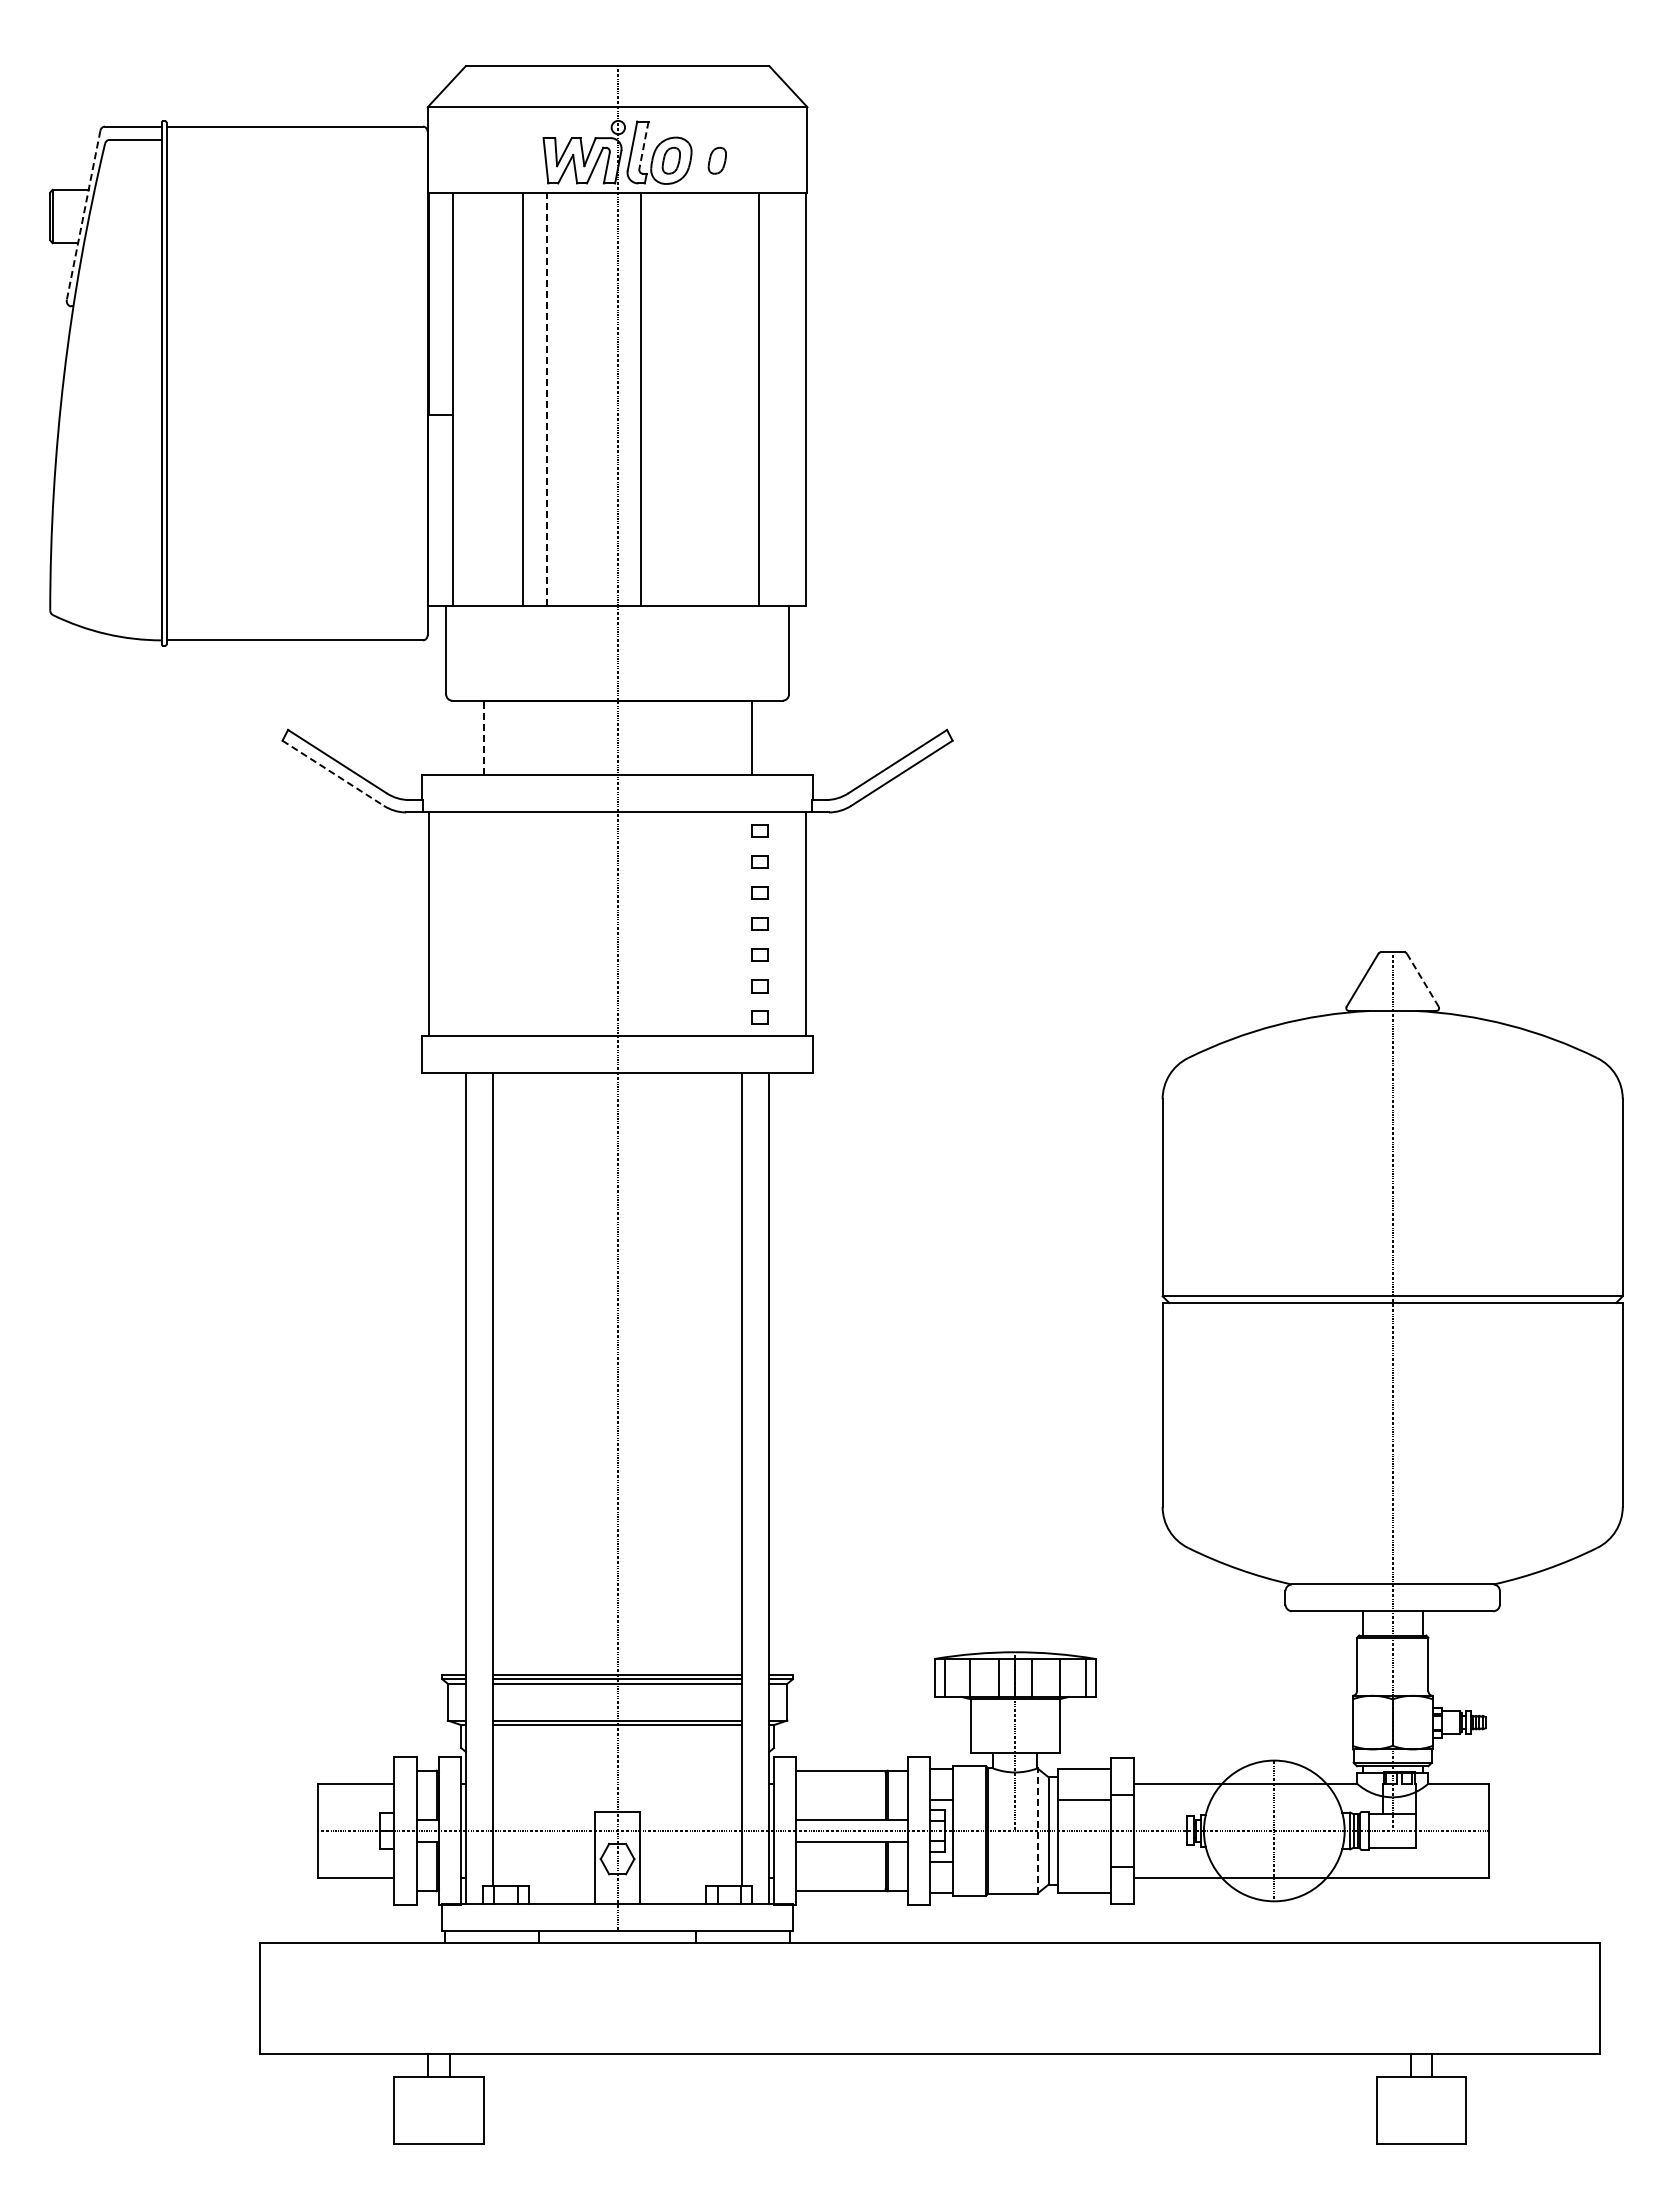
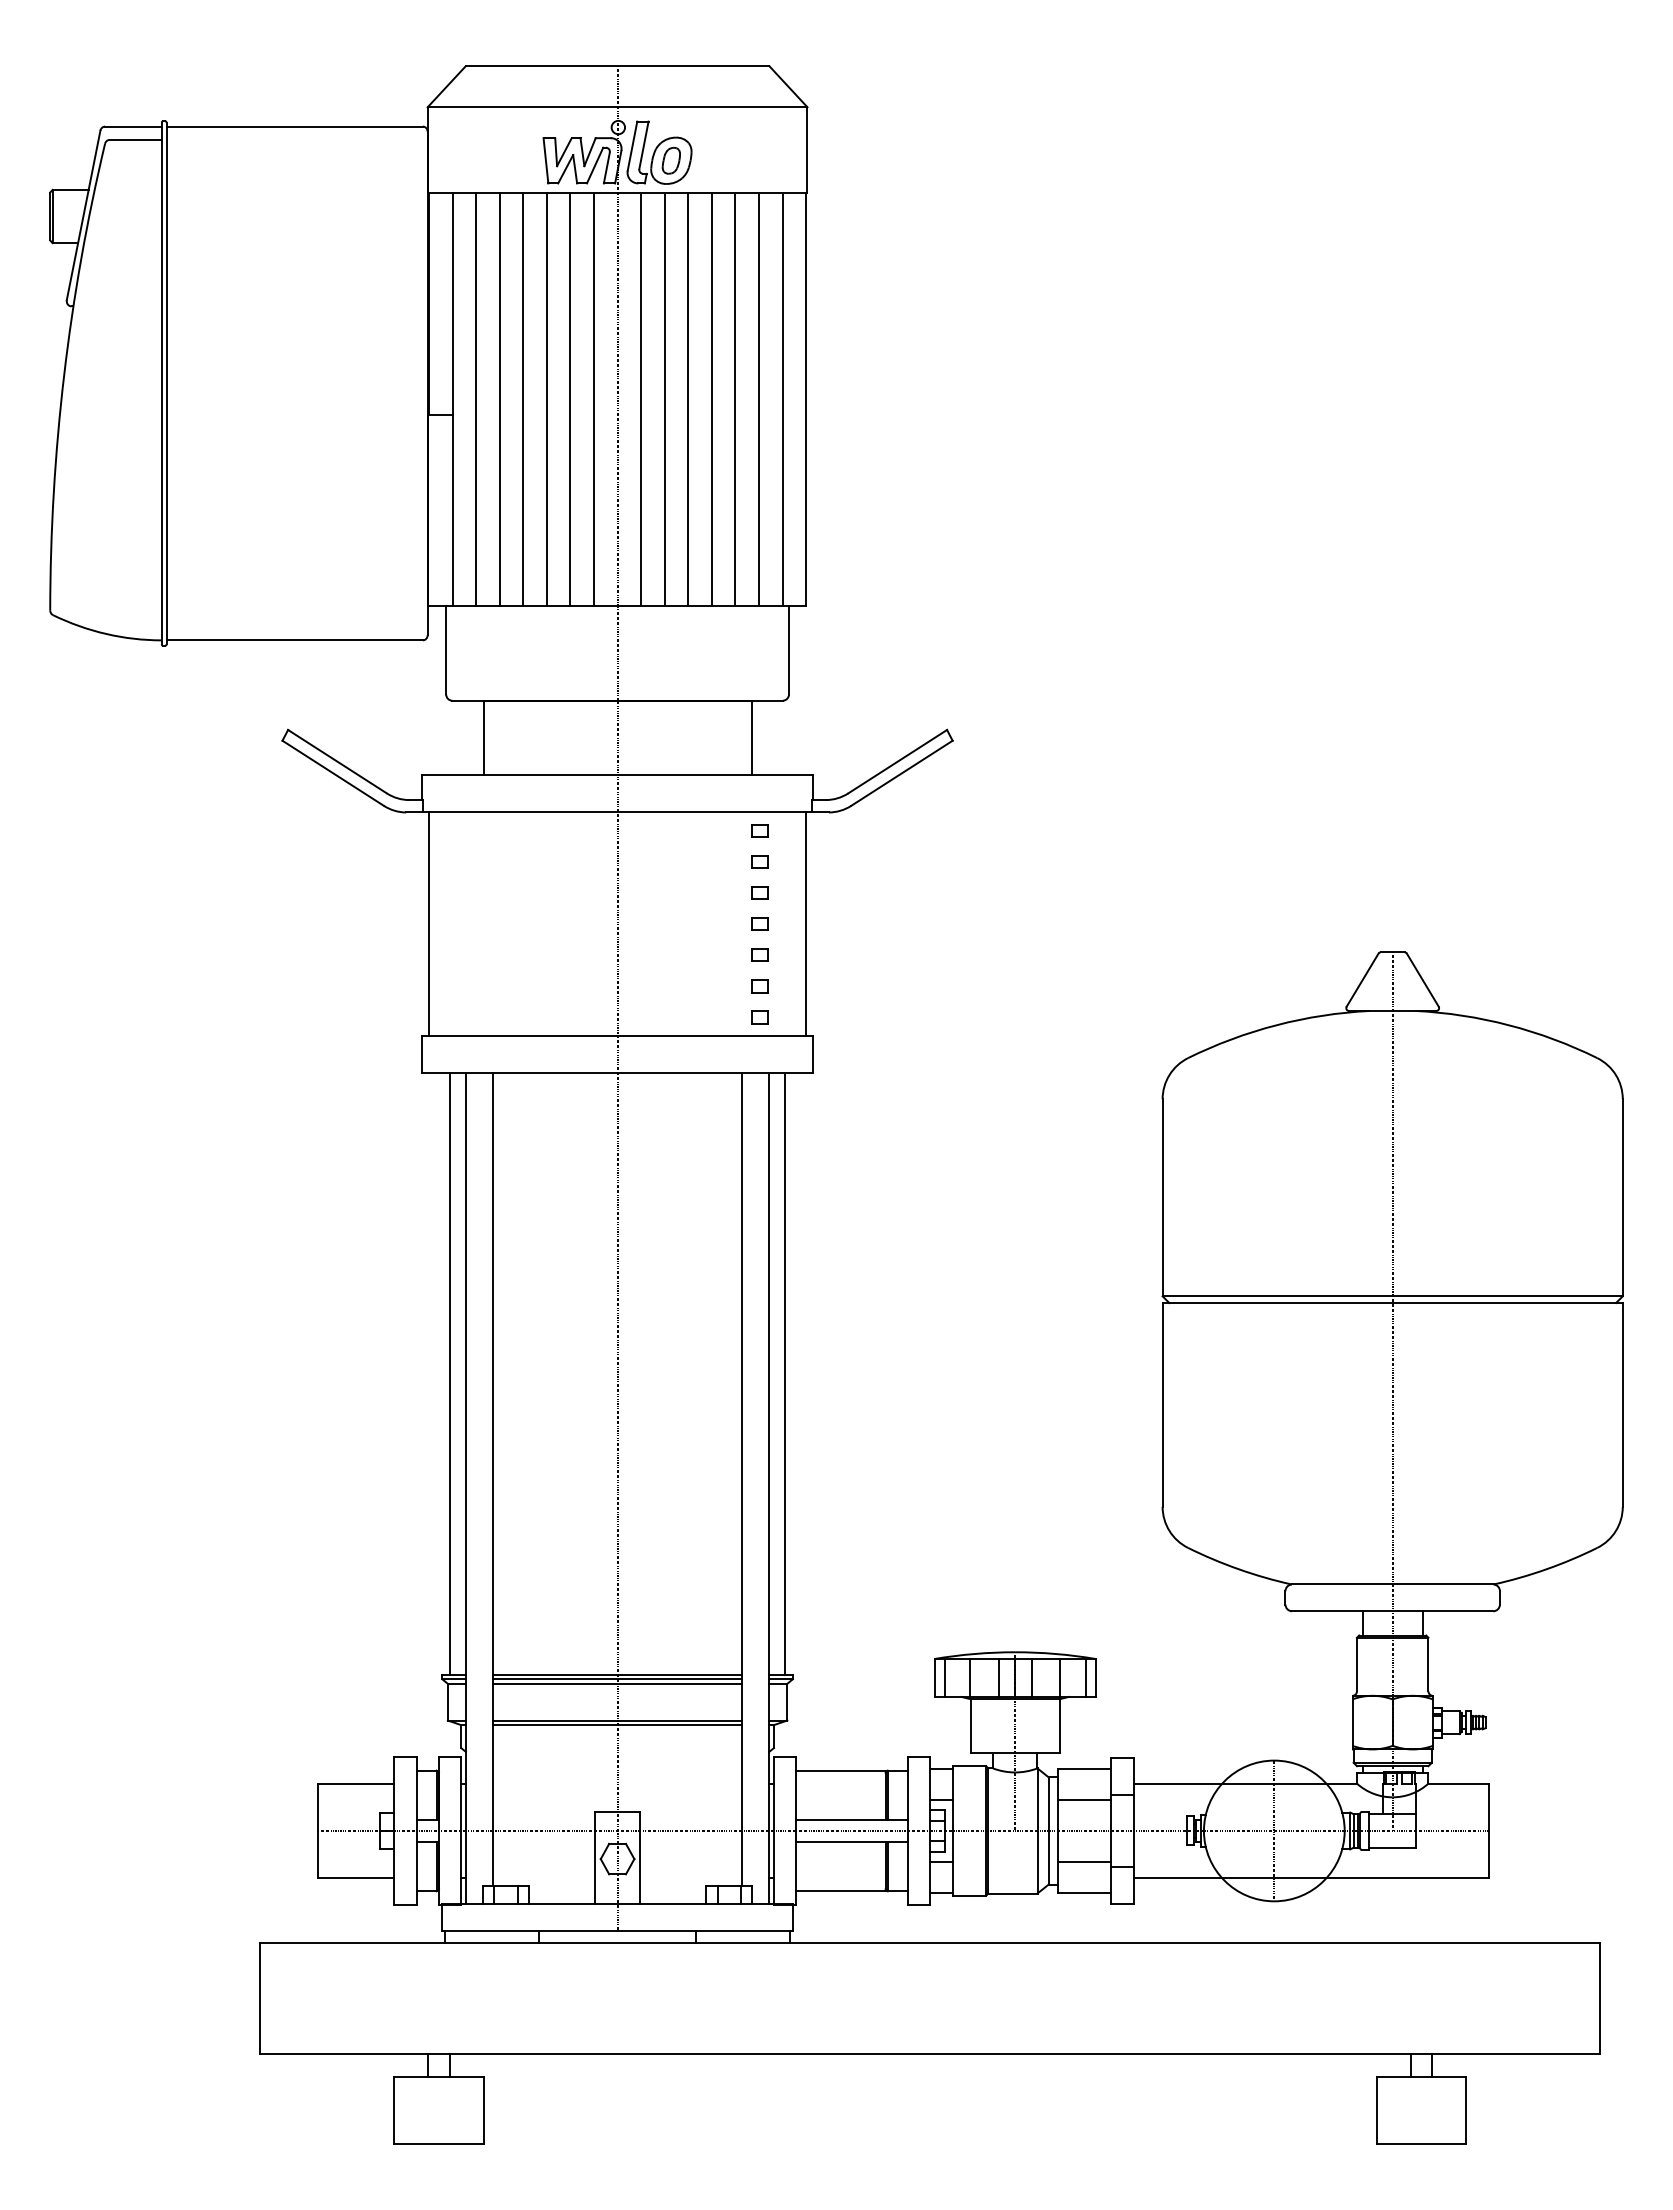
line at (643, 145): dashed -> solid
part at (716, 160): present -> none
line at (83, 215): dashed -> solid
line at (546, 398): dashed -> solid
line at (476, 399): none -> present
line at (499, 399): none -> present
line at (570, 399): none -> present
line at (594, 399): none -> present
line at (664, 399): none -> present
line at (688, 399): none -> present
line at (711, 399): none -> present
line at (735, 399): none -> present
line at (782, 399): none -> present
line at (483, 737): dashed -> solid
line at (333, 773): dashed -> solid
line at (1422, 980): dashed -> solid
line at (450, 1373): none -> present
line at (785, 1373): none -> present
line at (1037, 1830): dashed -> solid
line at (1084, 1861): none -> present
